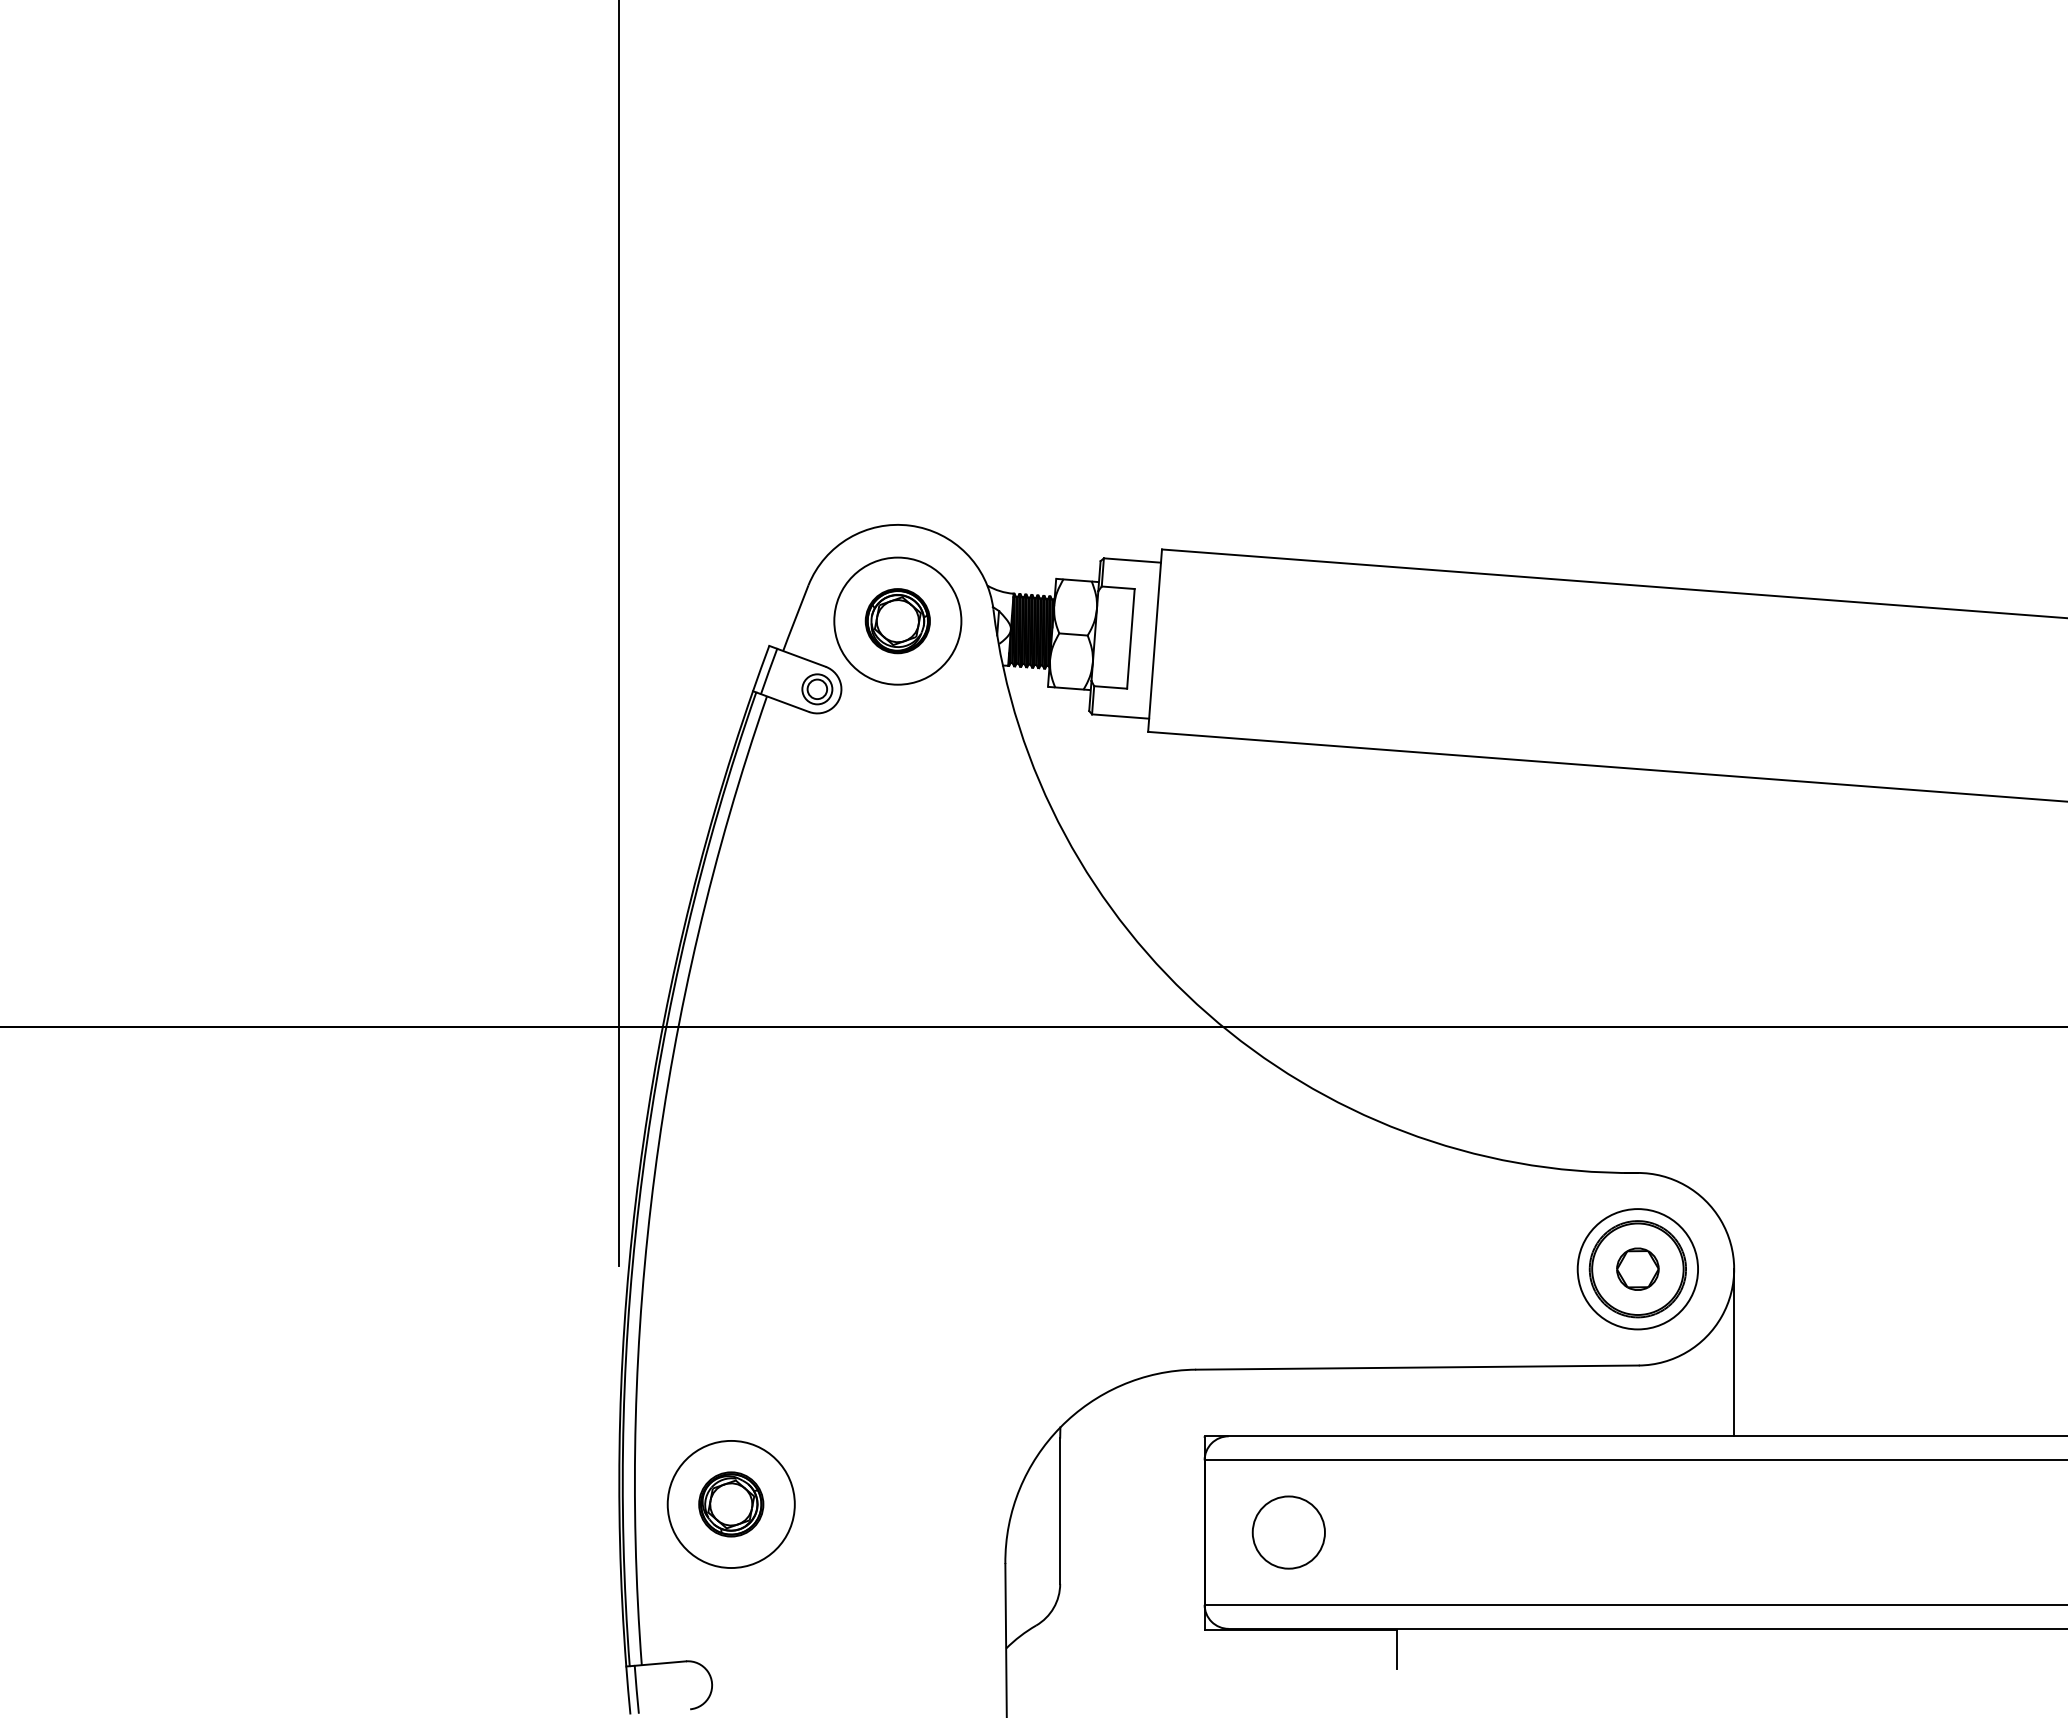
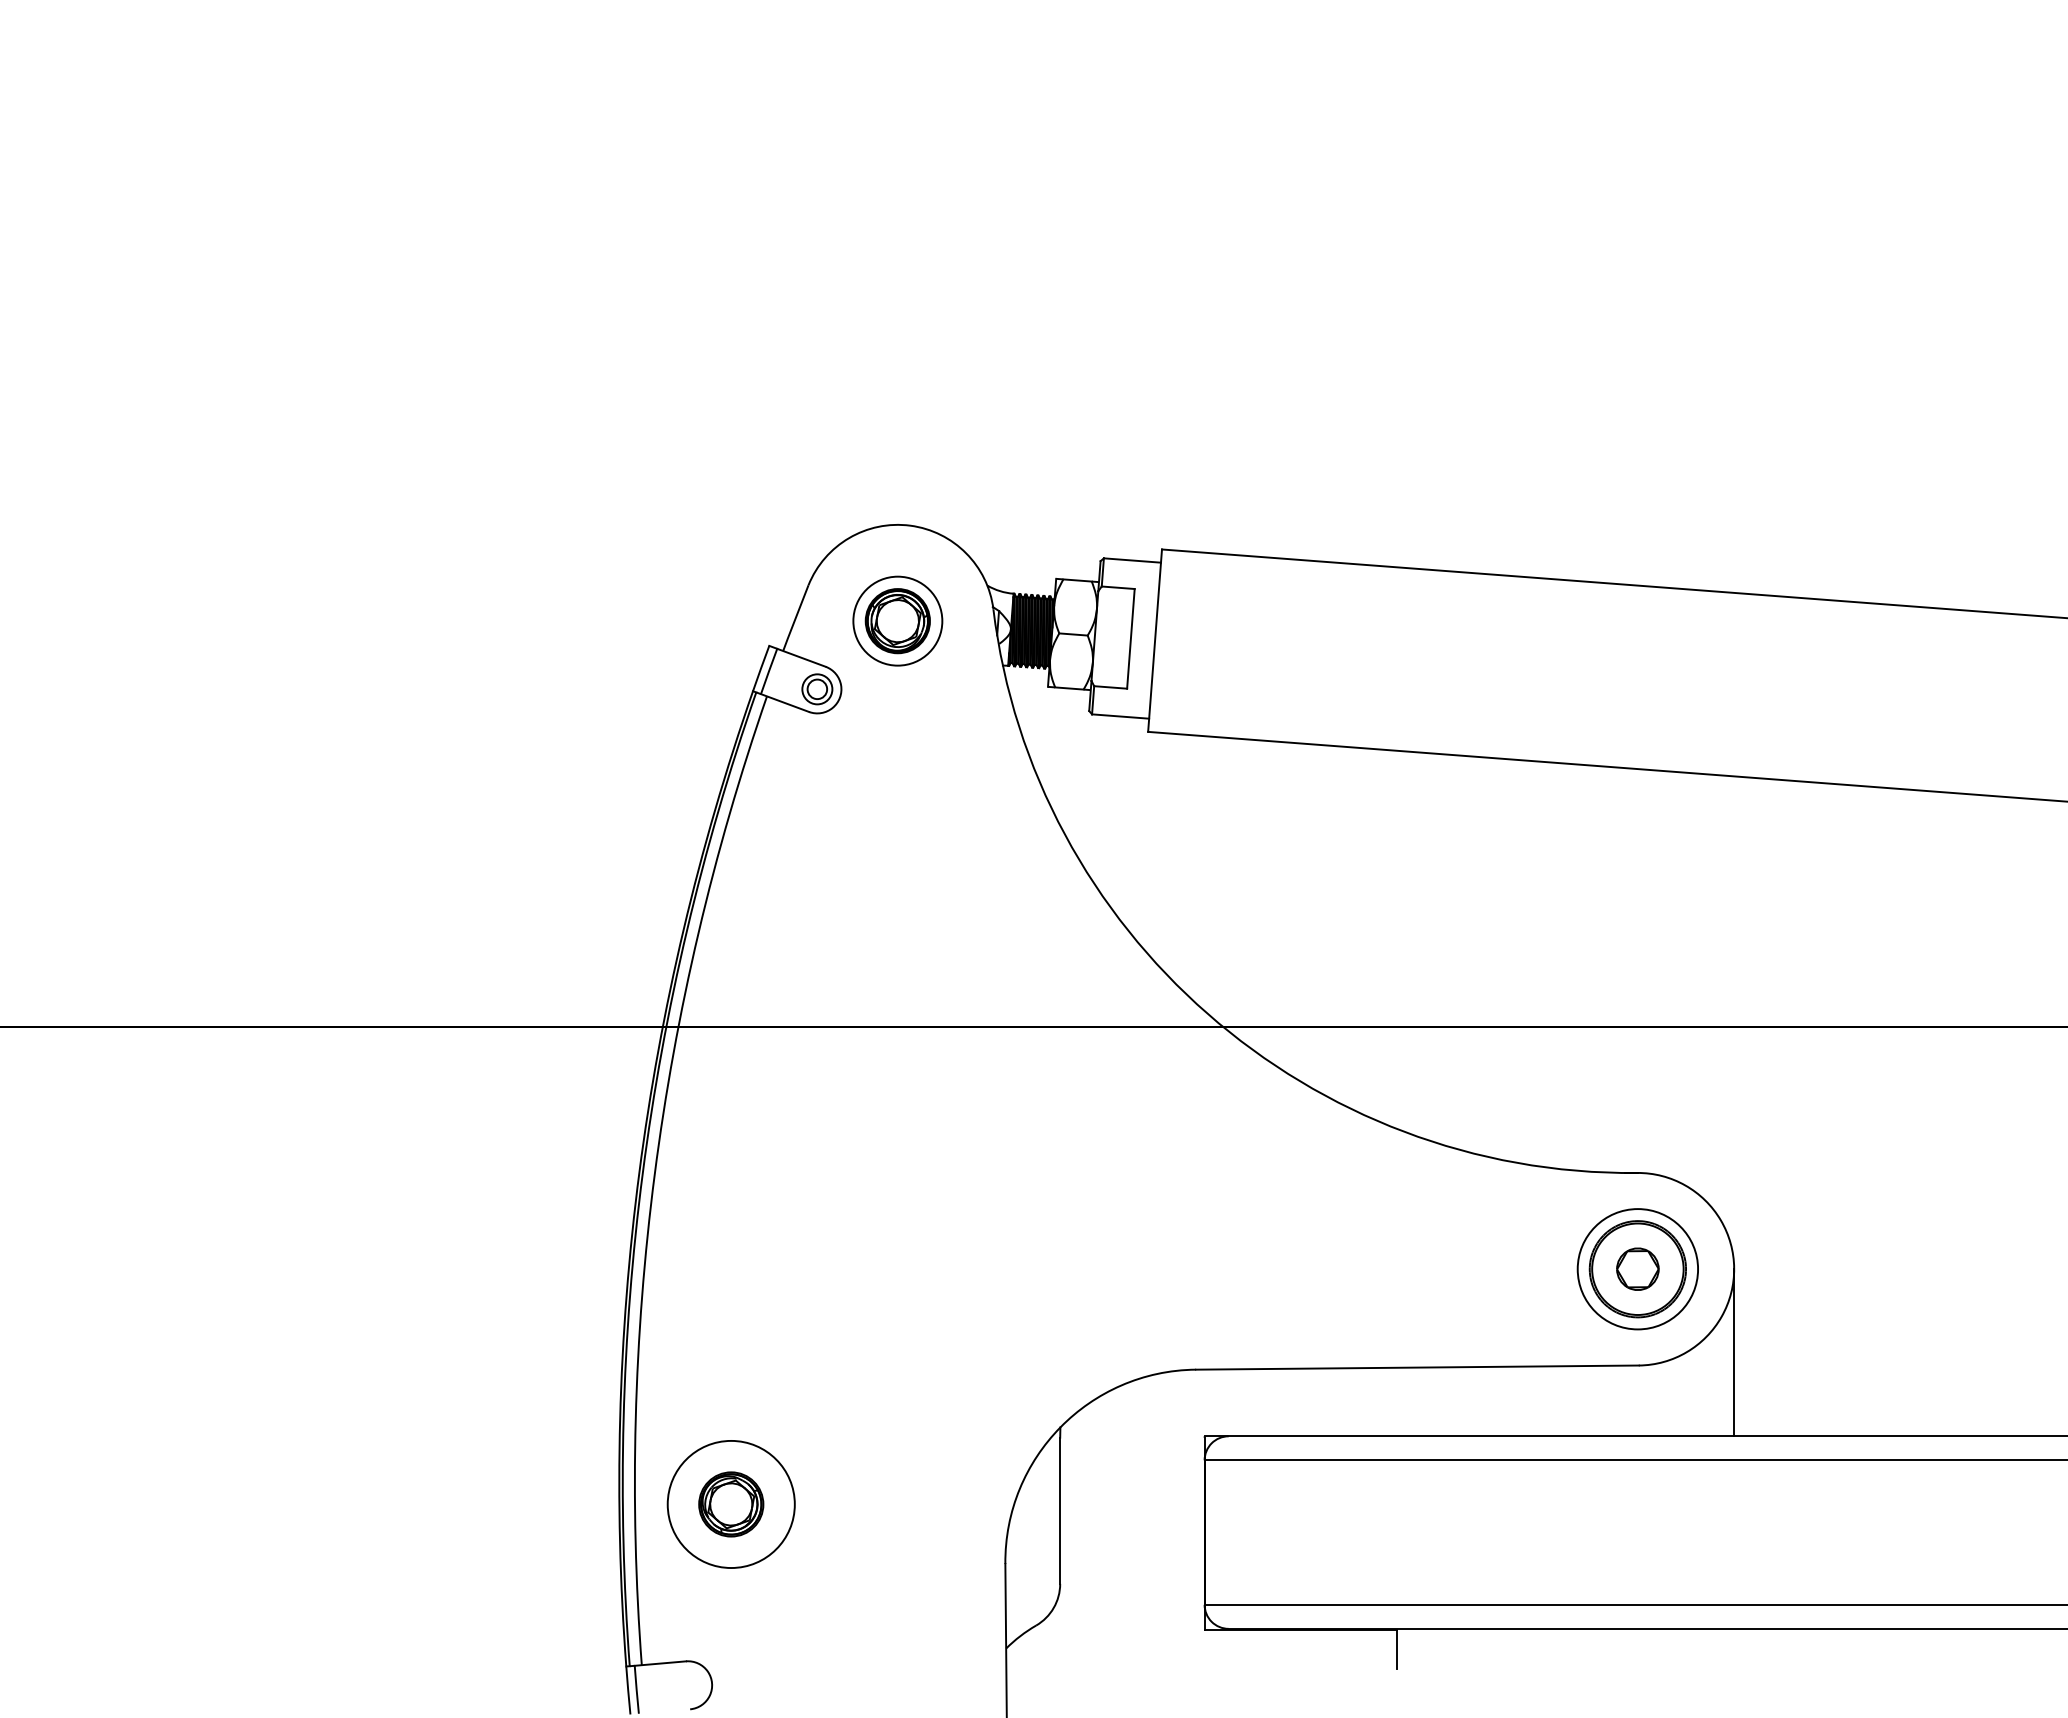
circle at (897, 620) diameter: 127 px -> 89 px
line at (619, 634): present -> none
circle at (1288, 1532): present -> none
